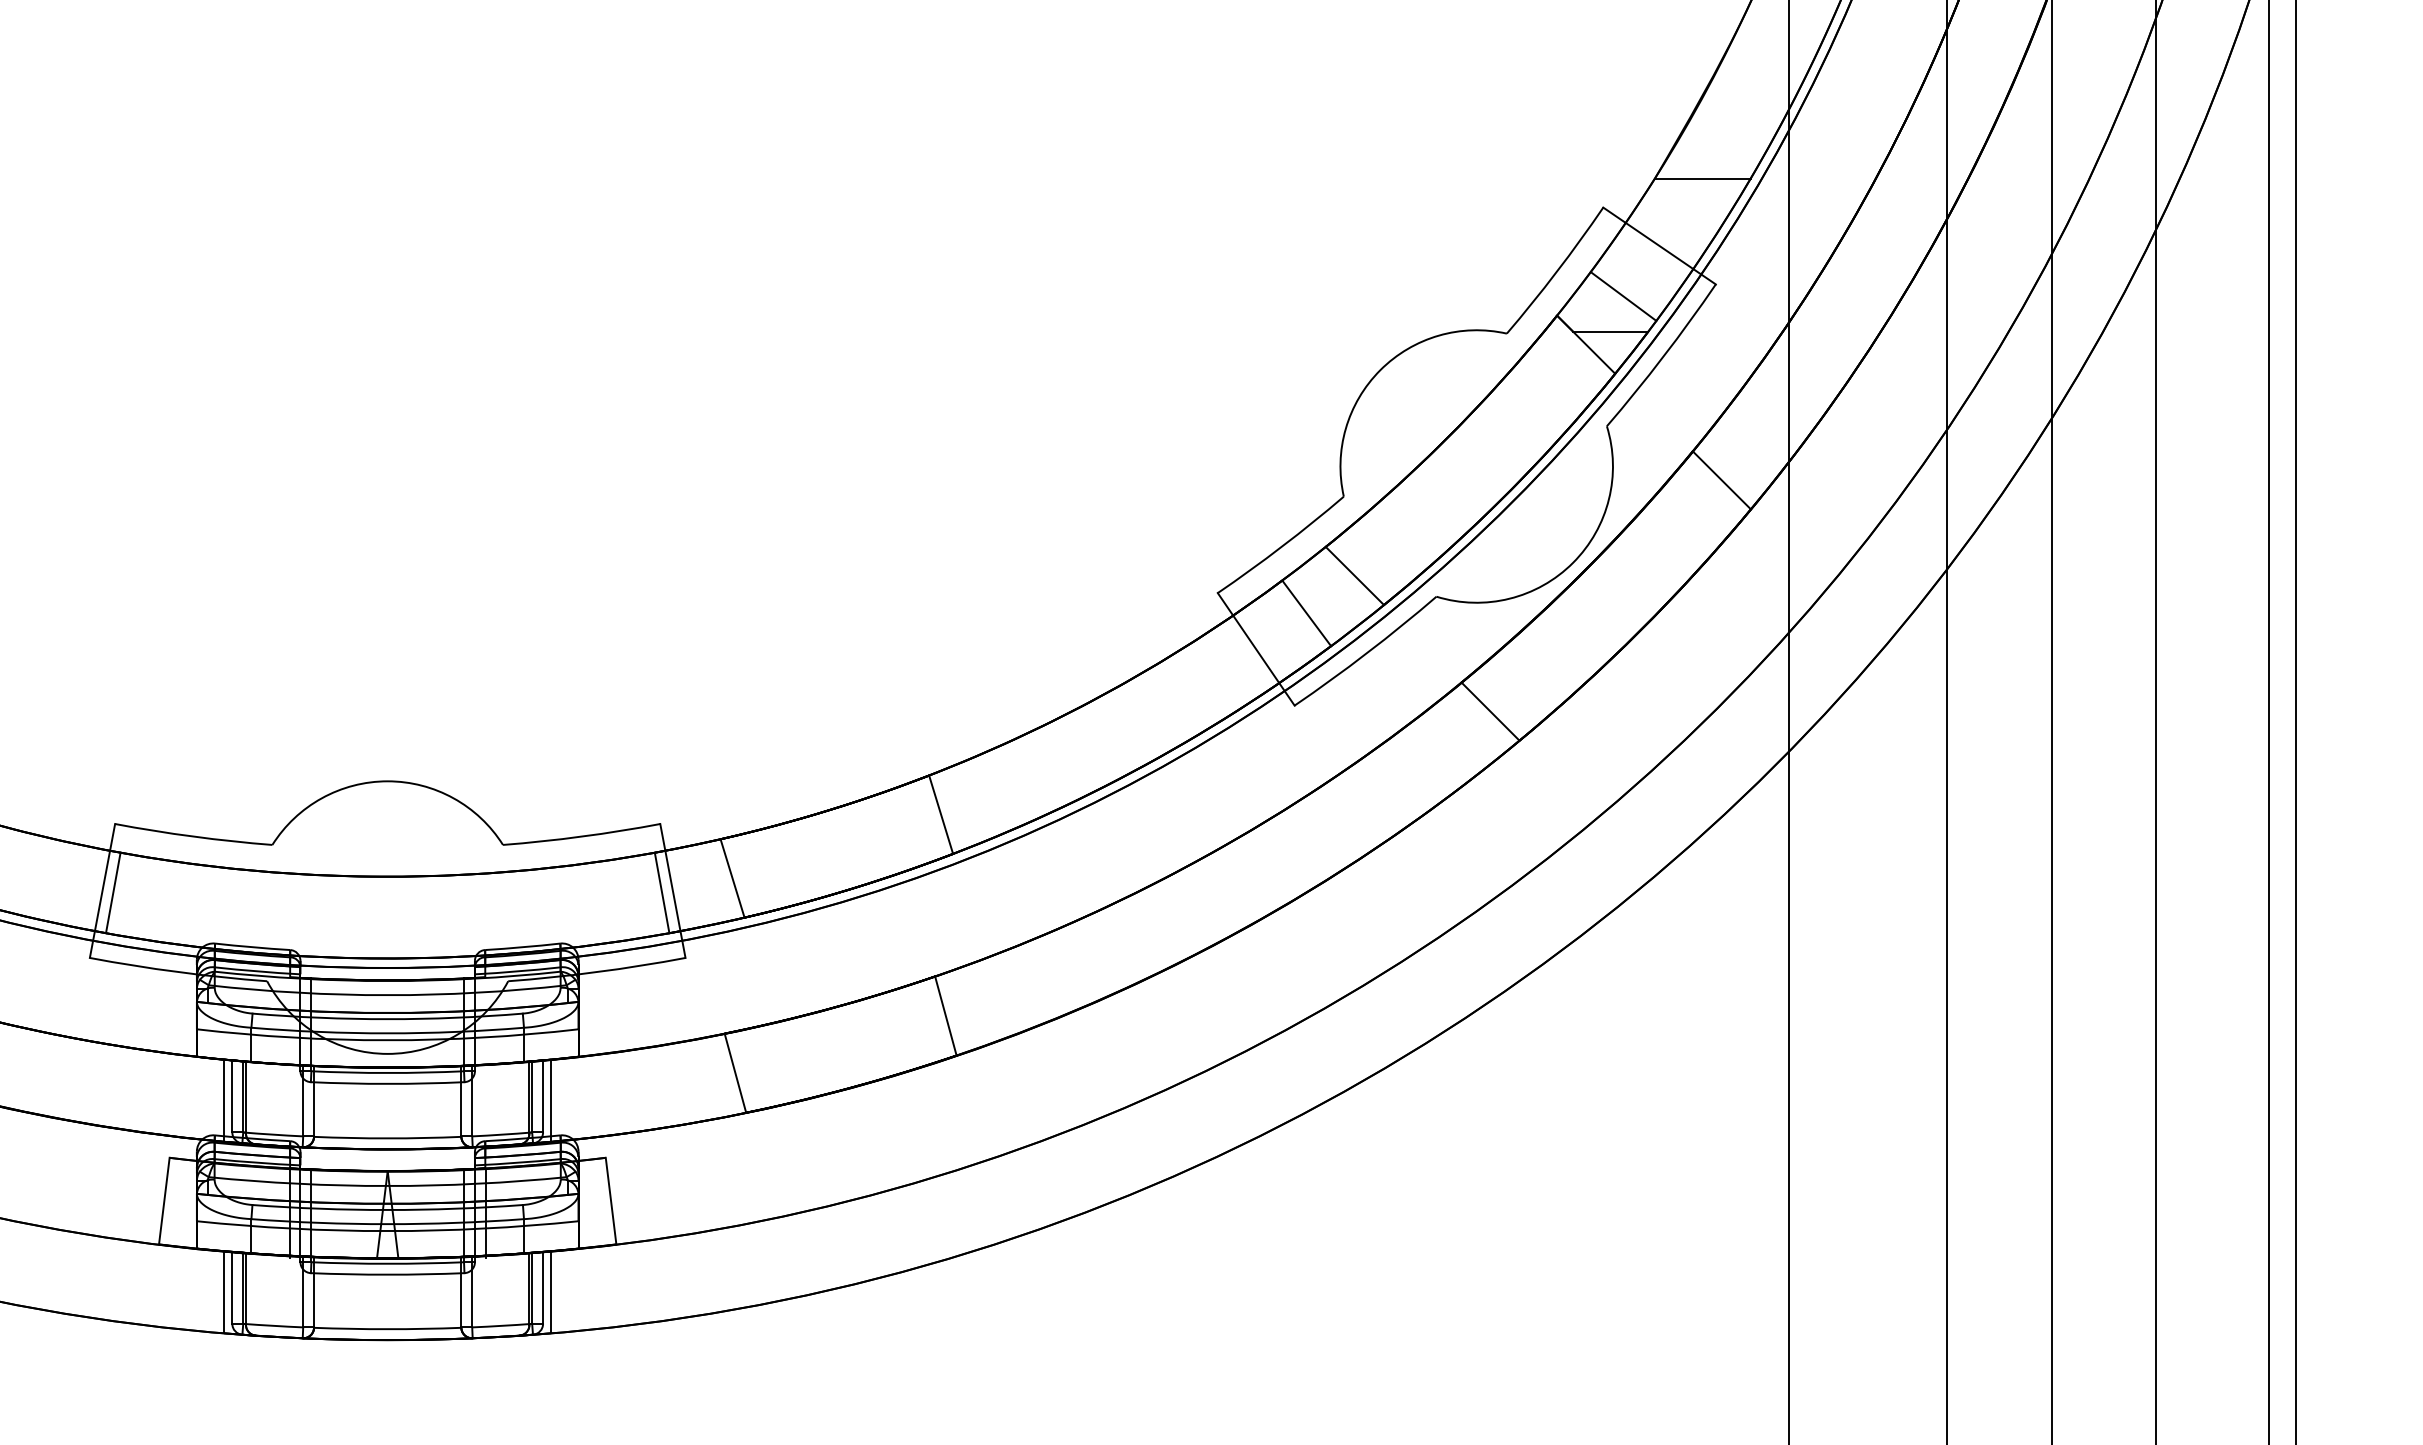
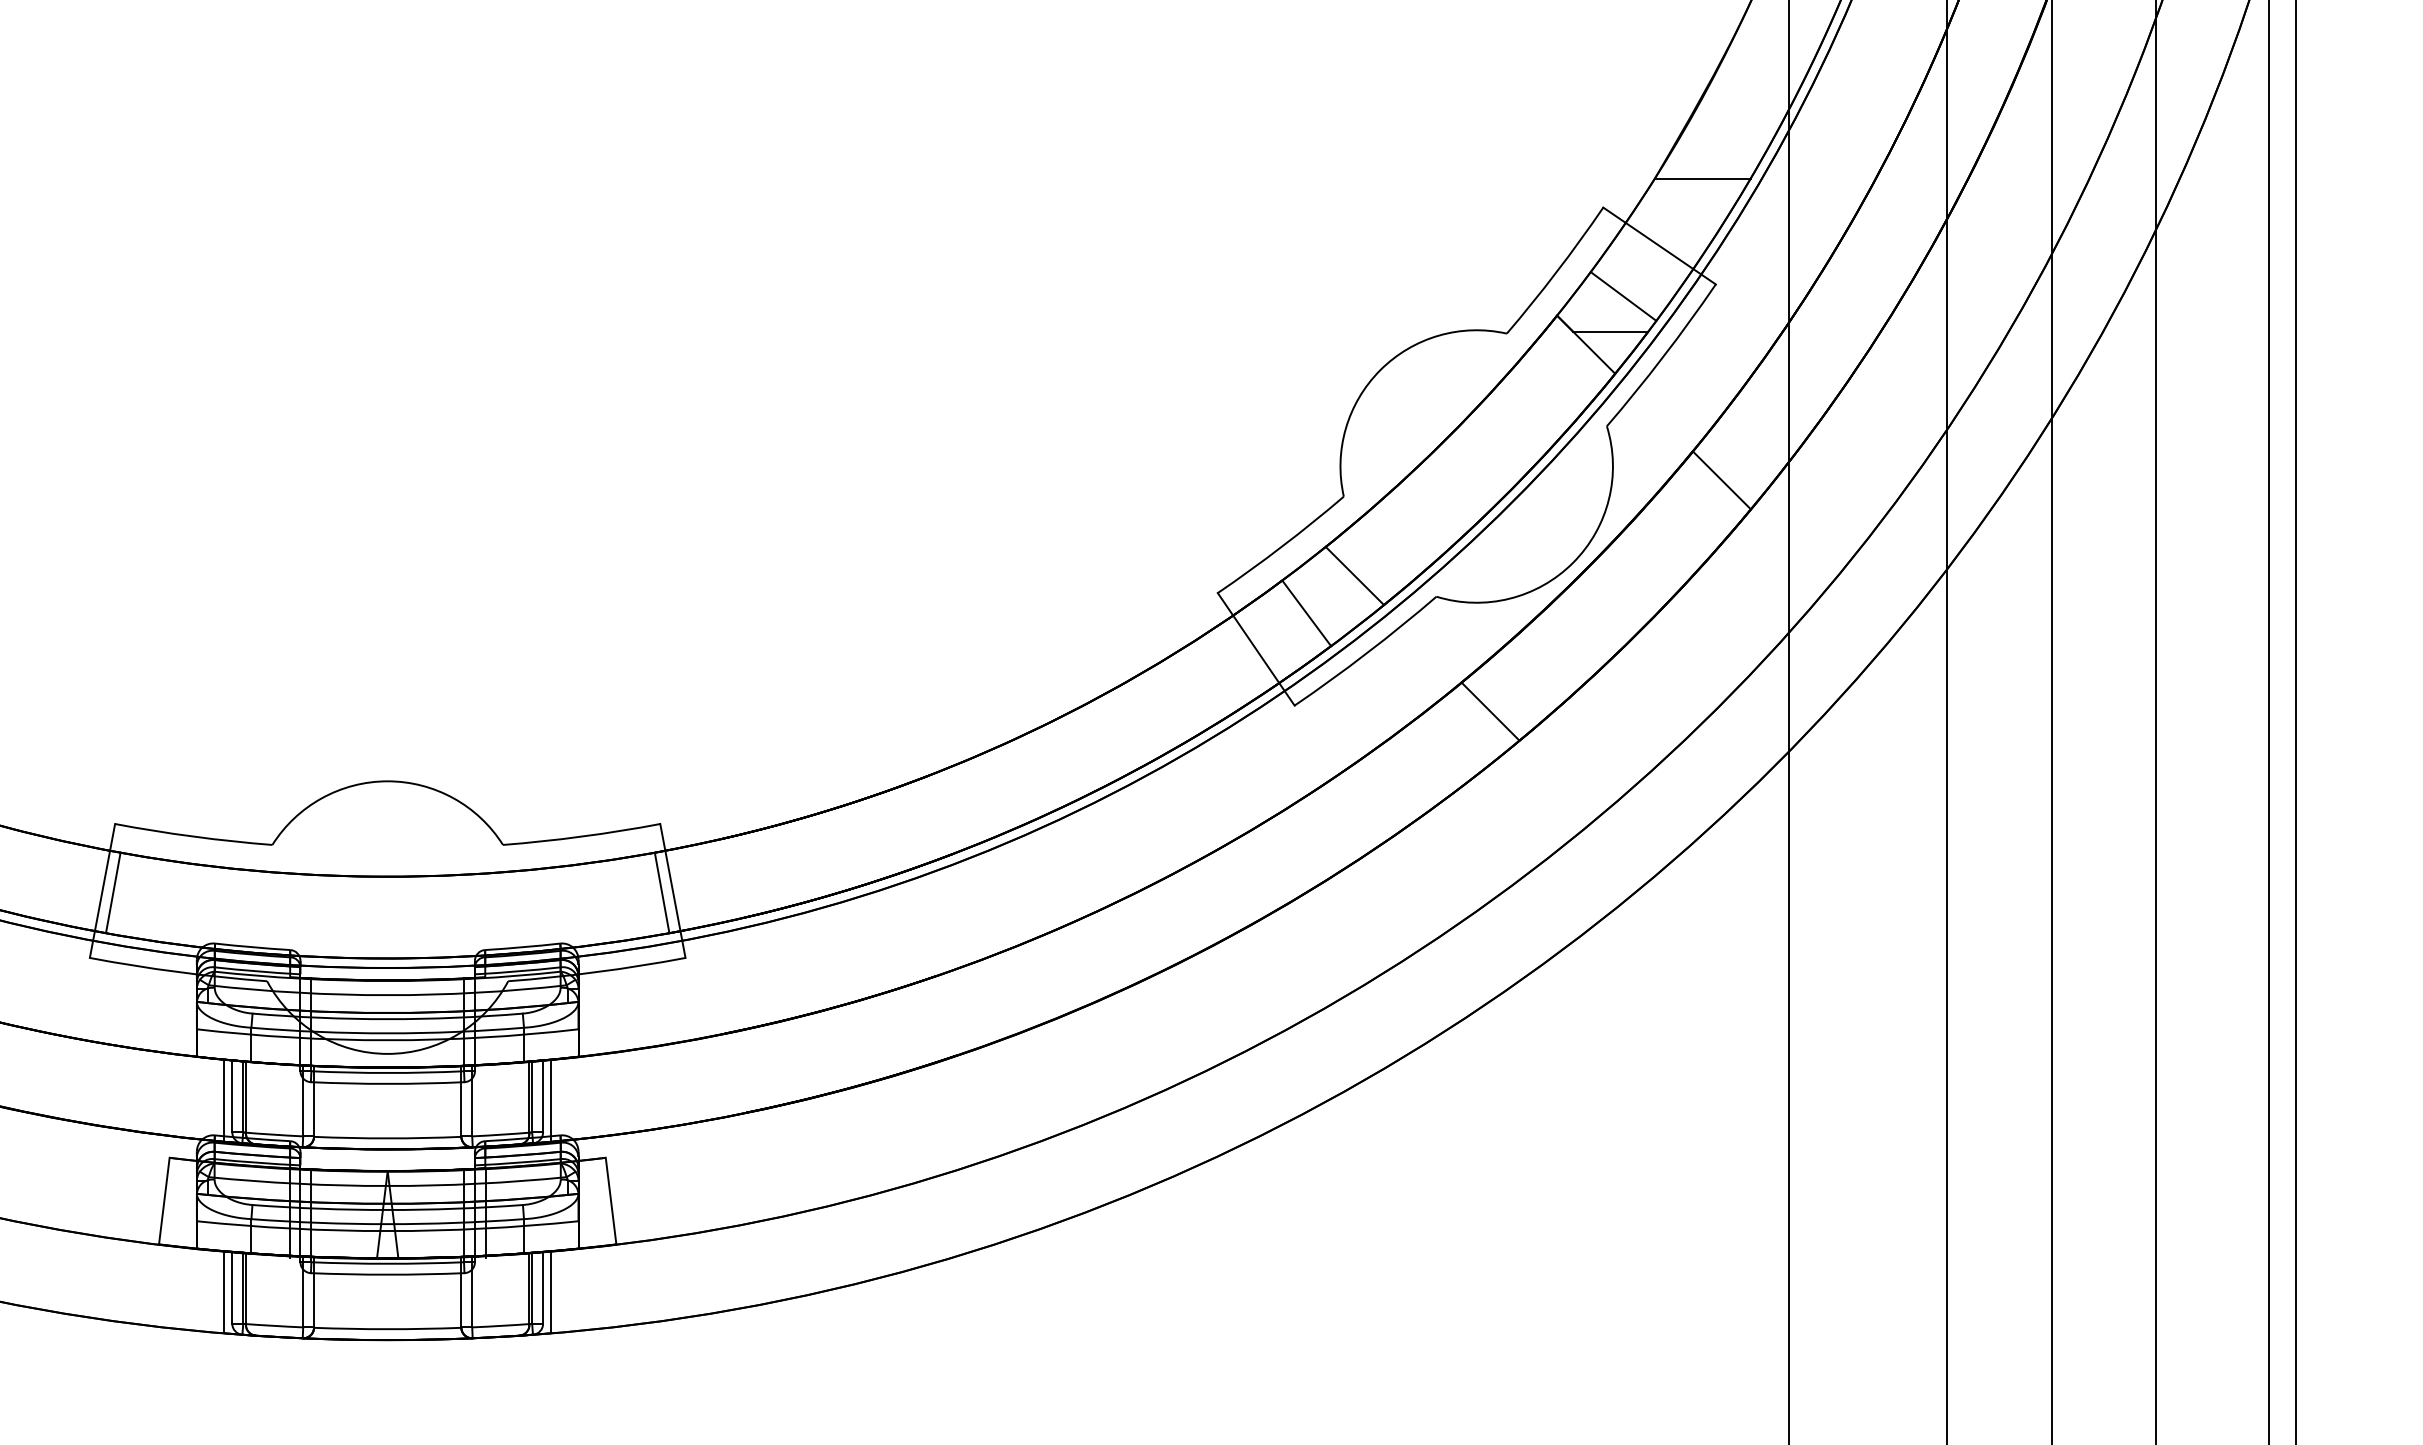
line at (941, 814): present -> none
line at (732, 878): present -> none
line at (945, 1015): present -> none
line at (735, 1072): present -> none
